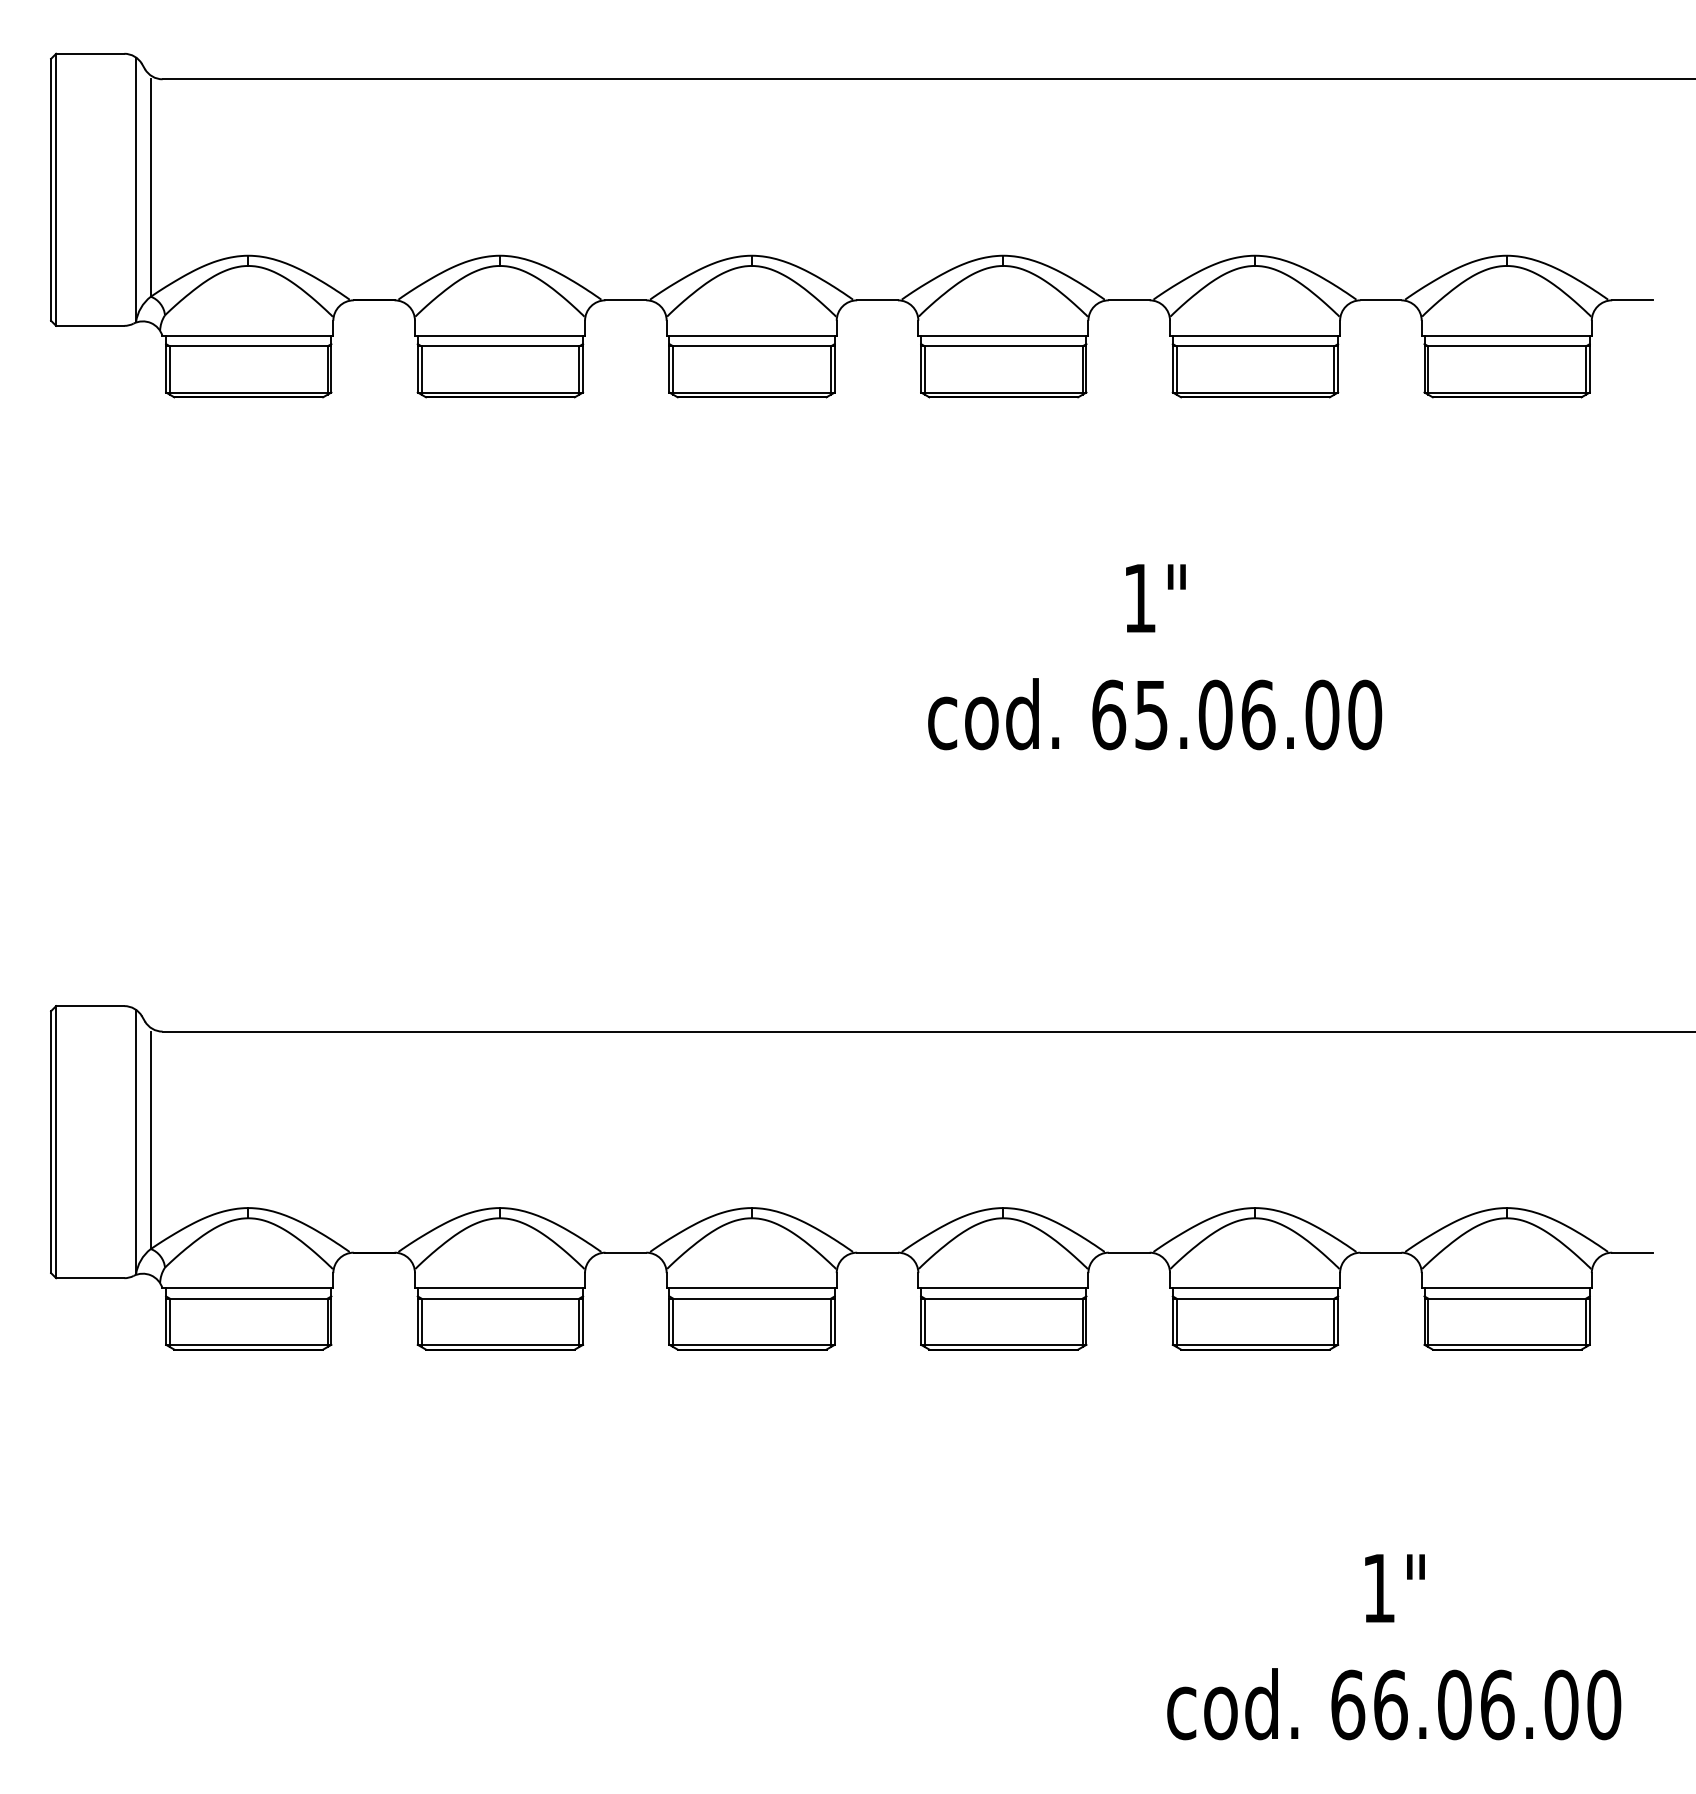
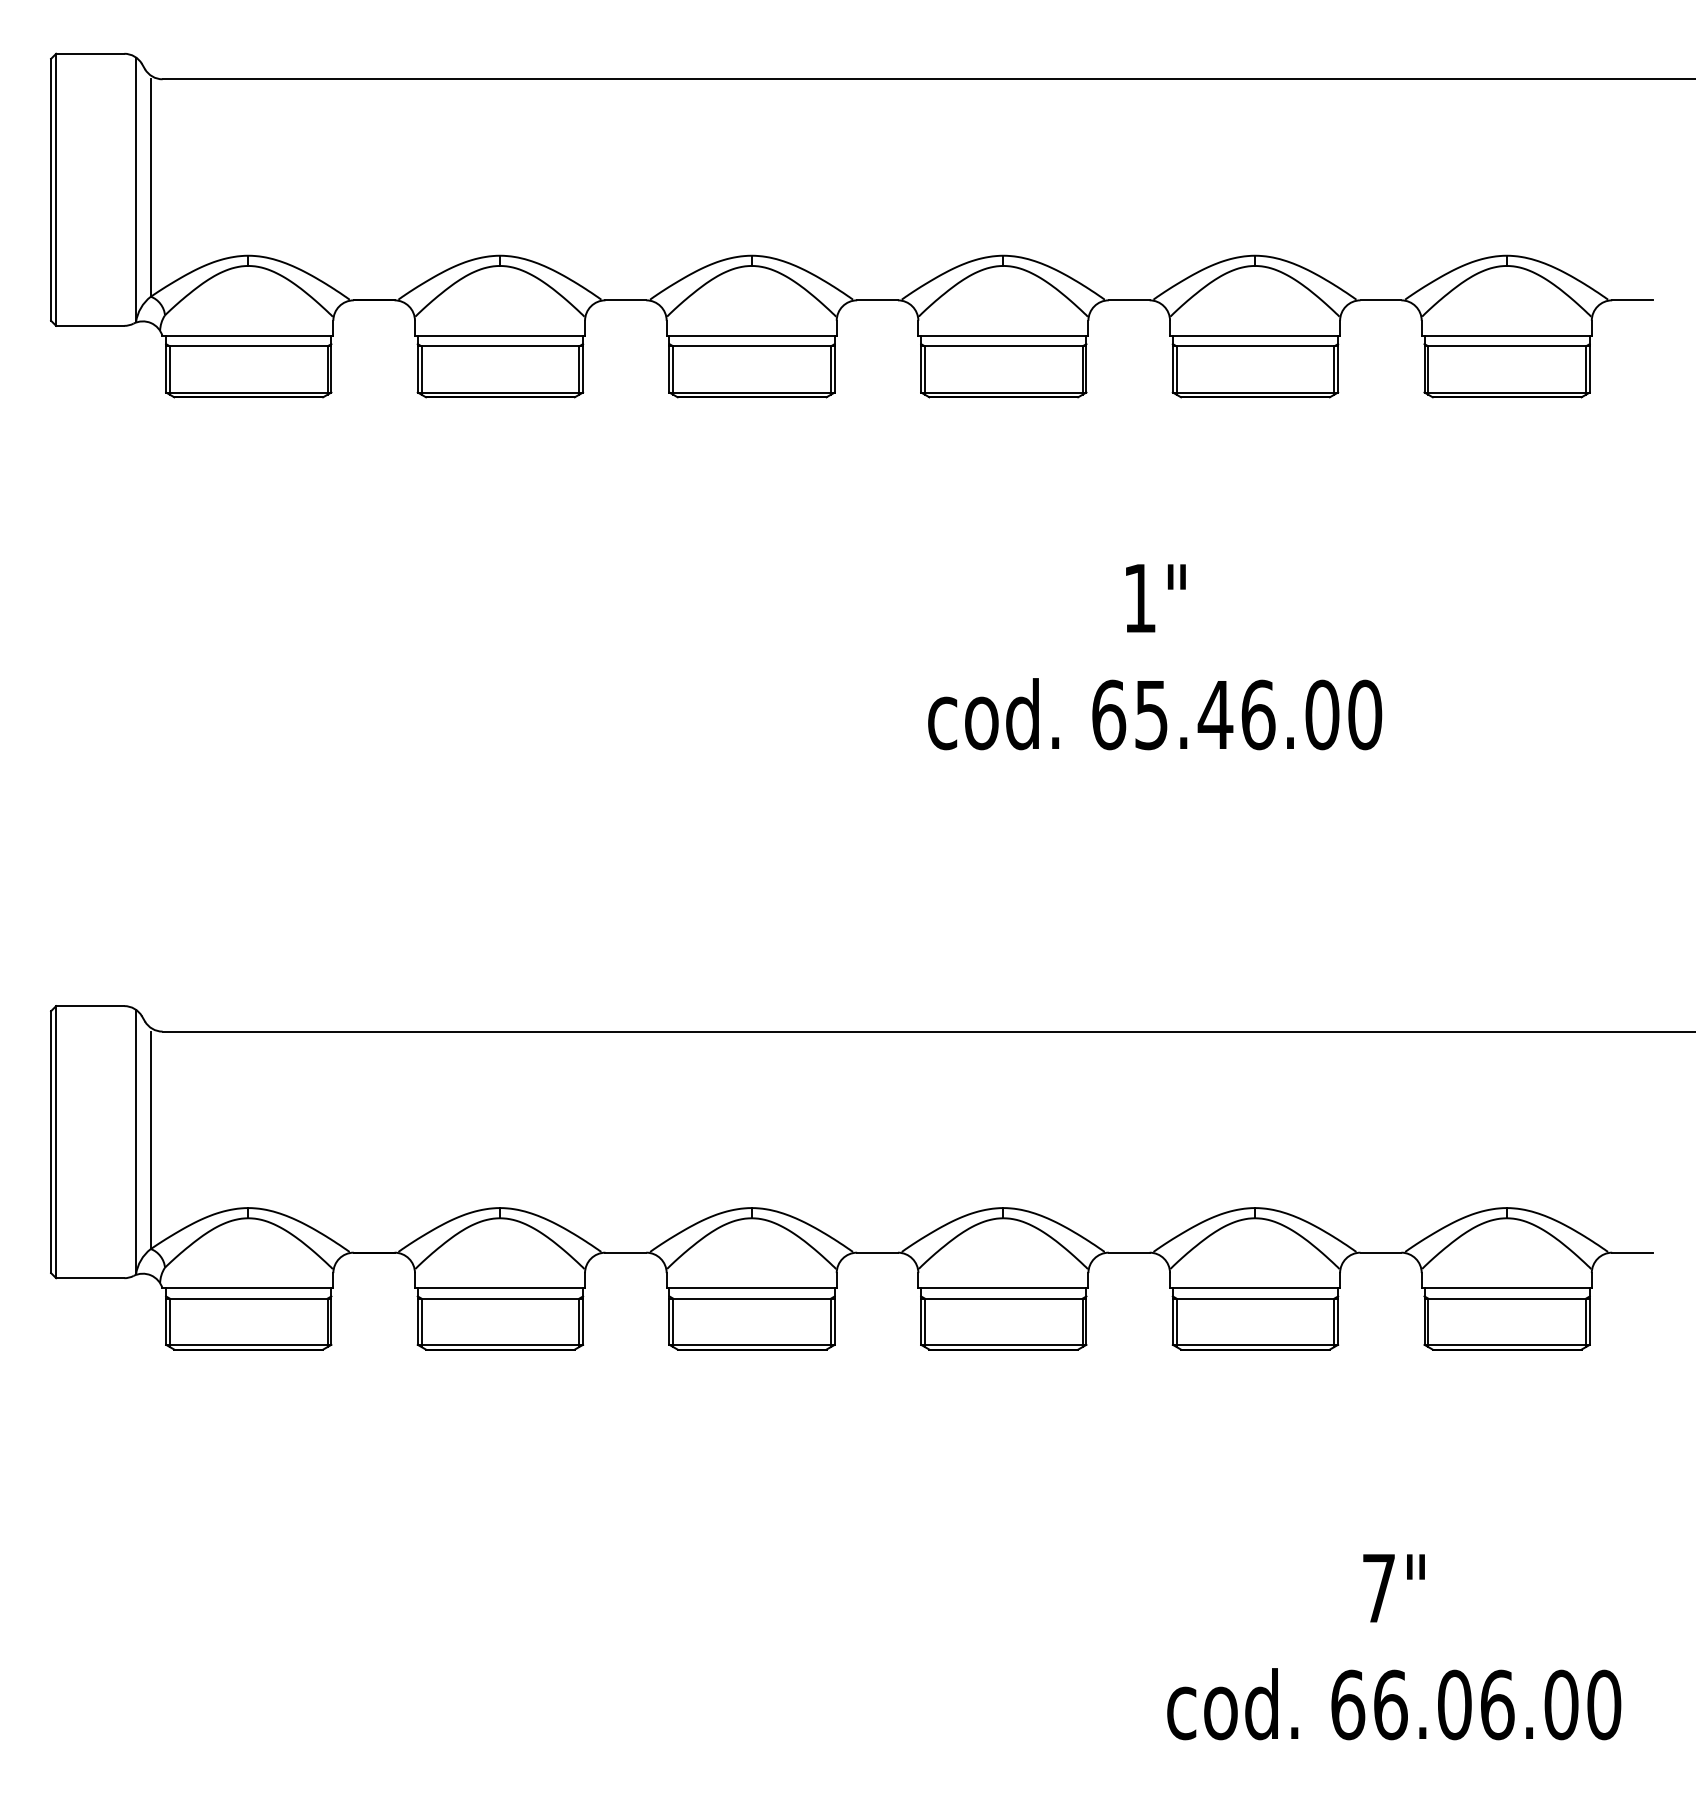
text at (1215, 714): 65.06.00 -> 65.46.00
text at (1378, 1588): 1" -> 7"
